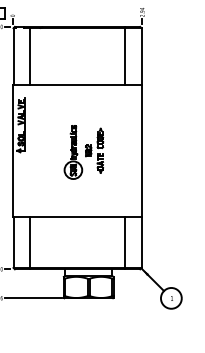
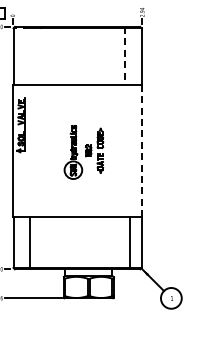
line at (125, 55): solid -> dashed
line at (30, 56): present -> none
line at (142, 151): solid -> dashed
line at (125, 242) position: (125, 242) -> (130, 242)
